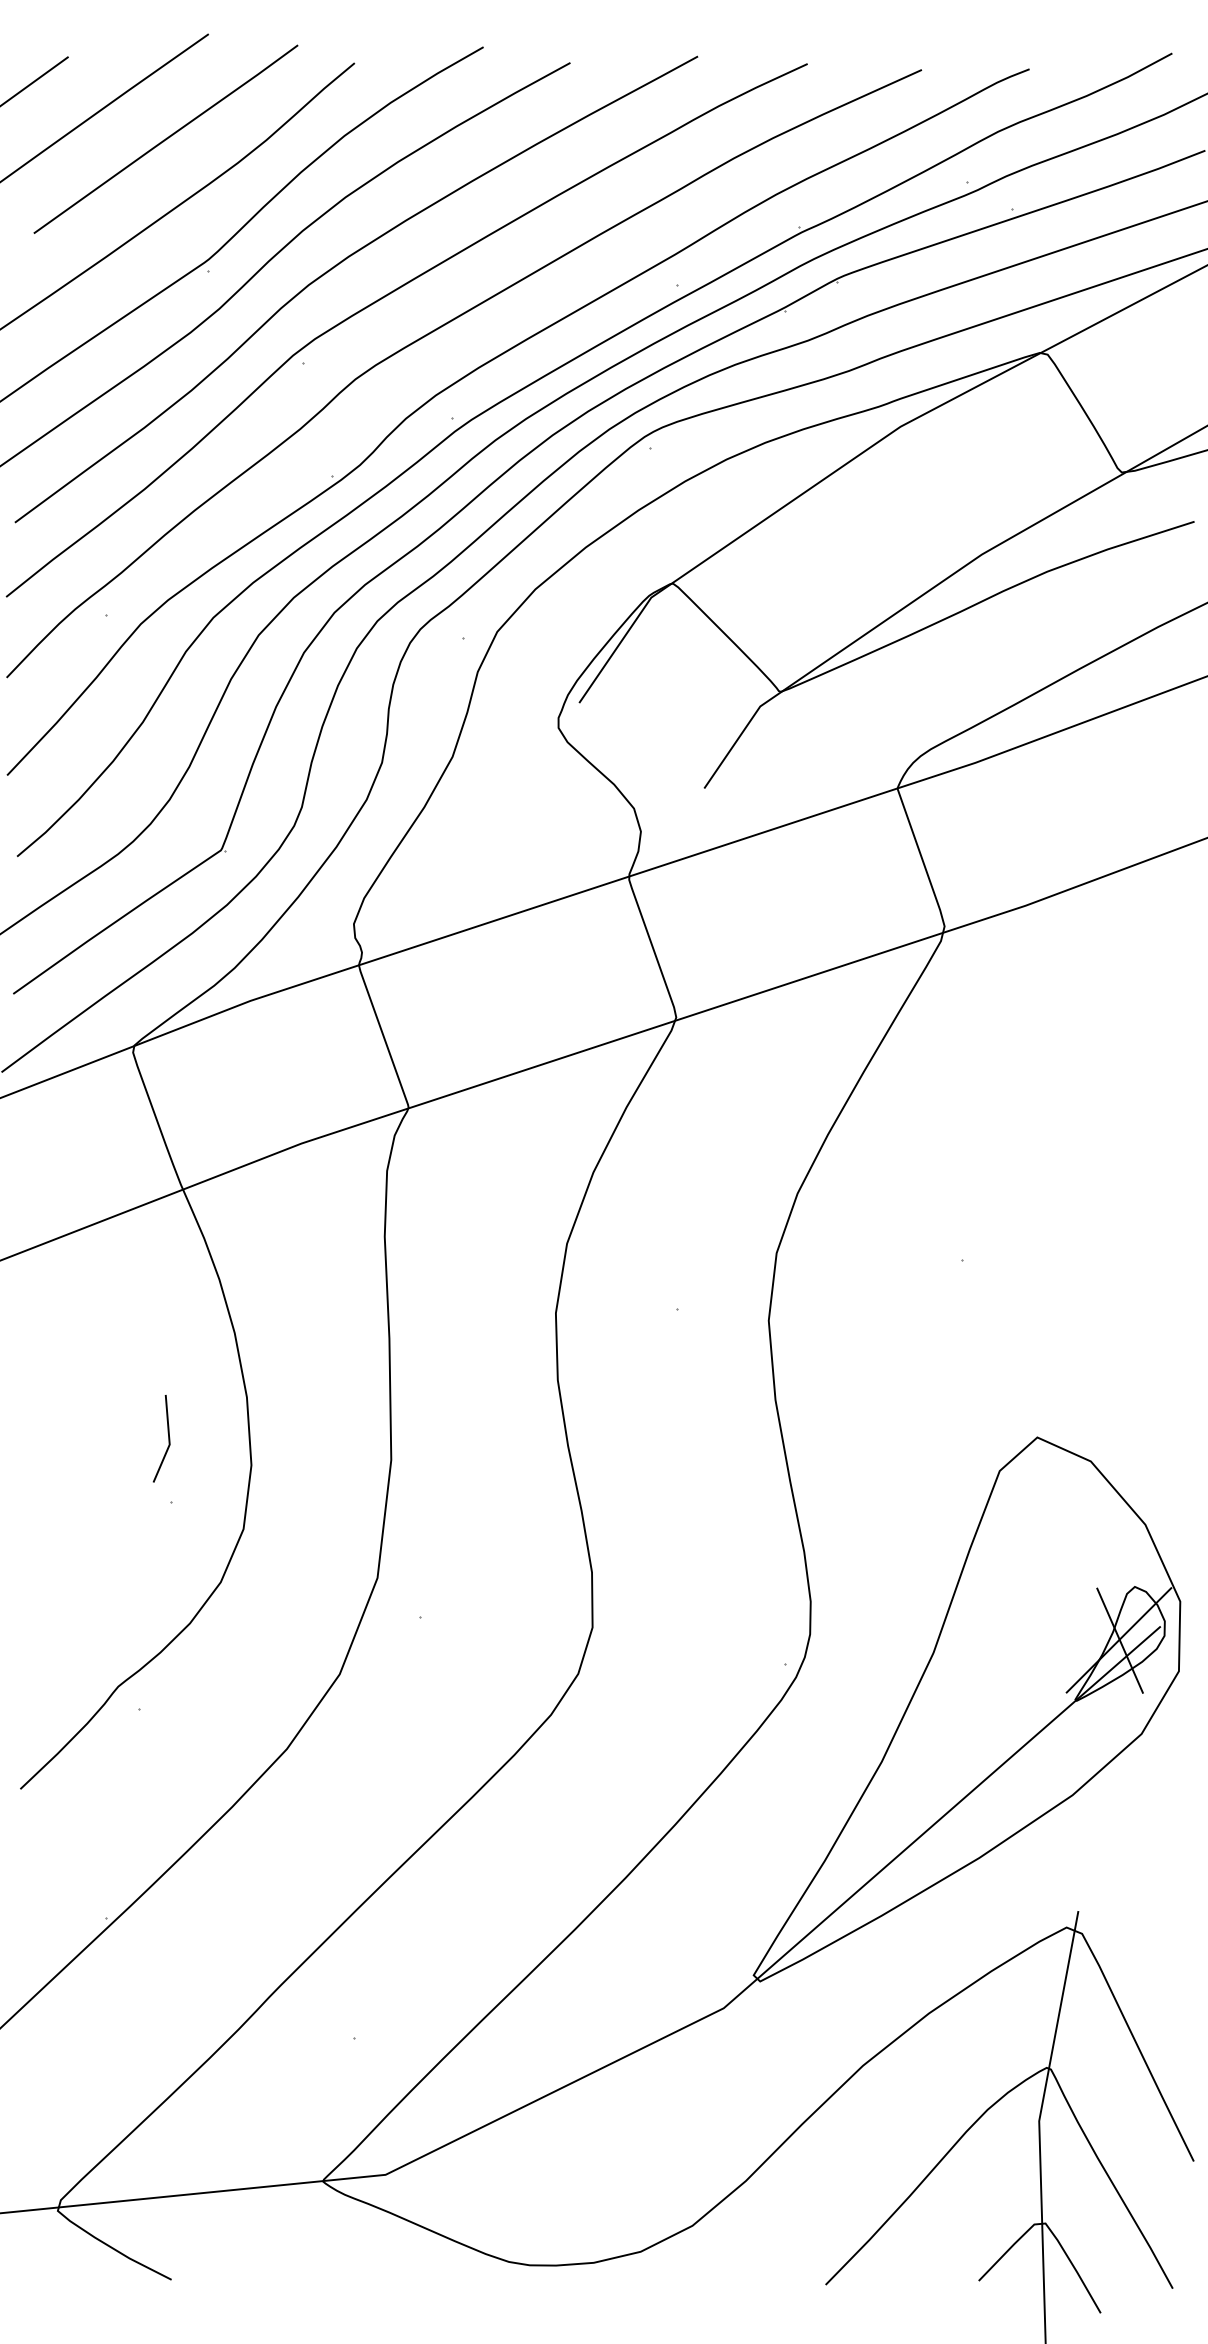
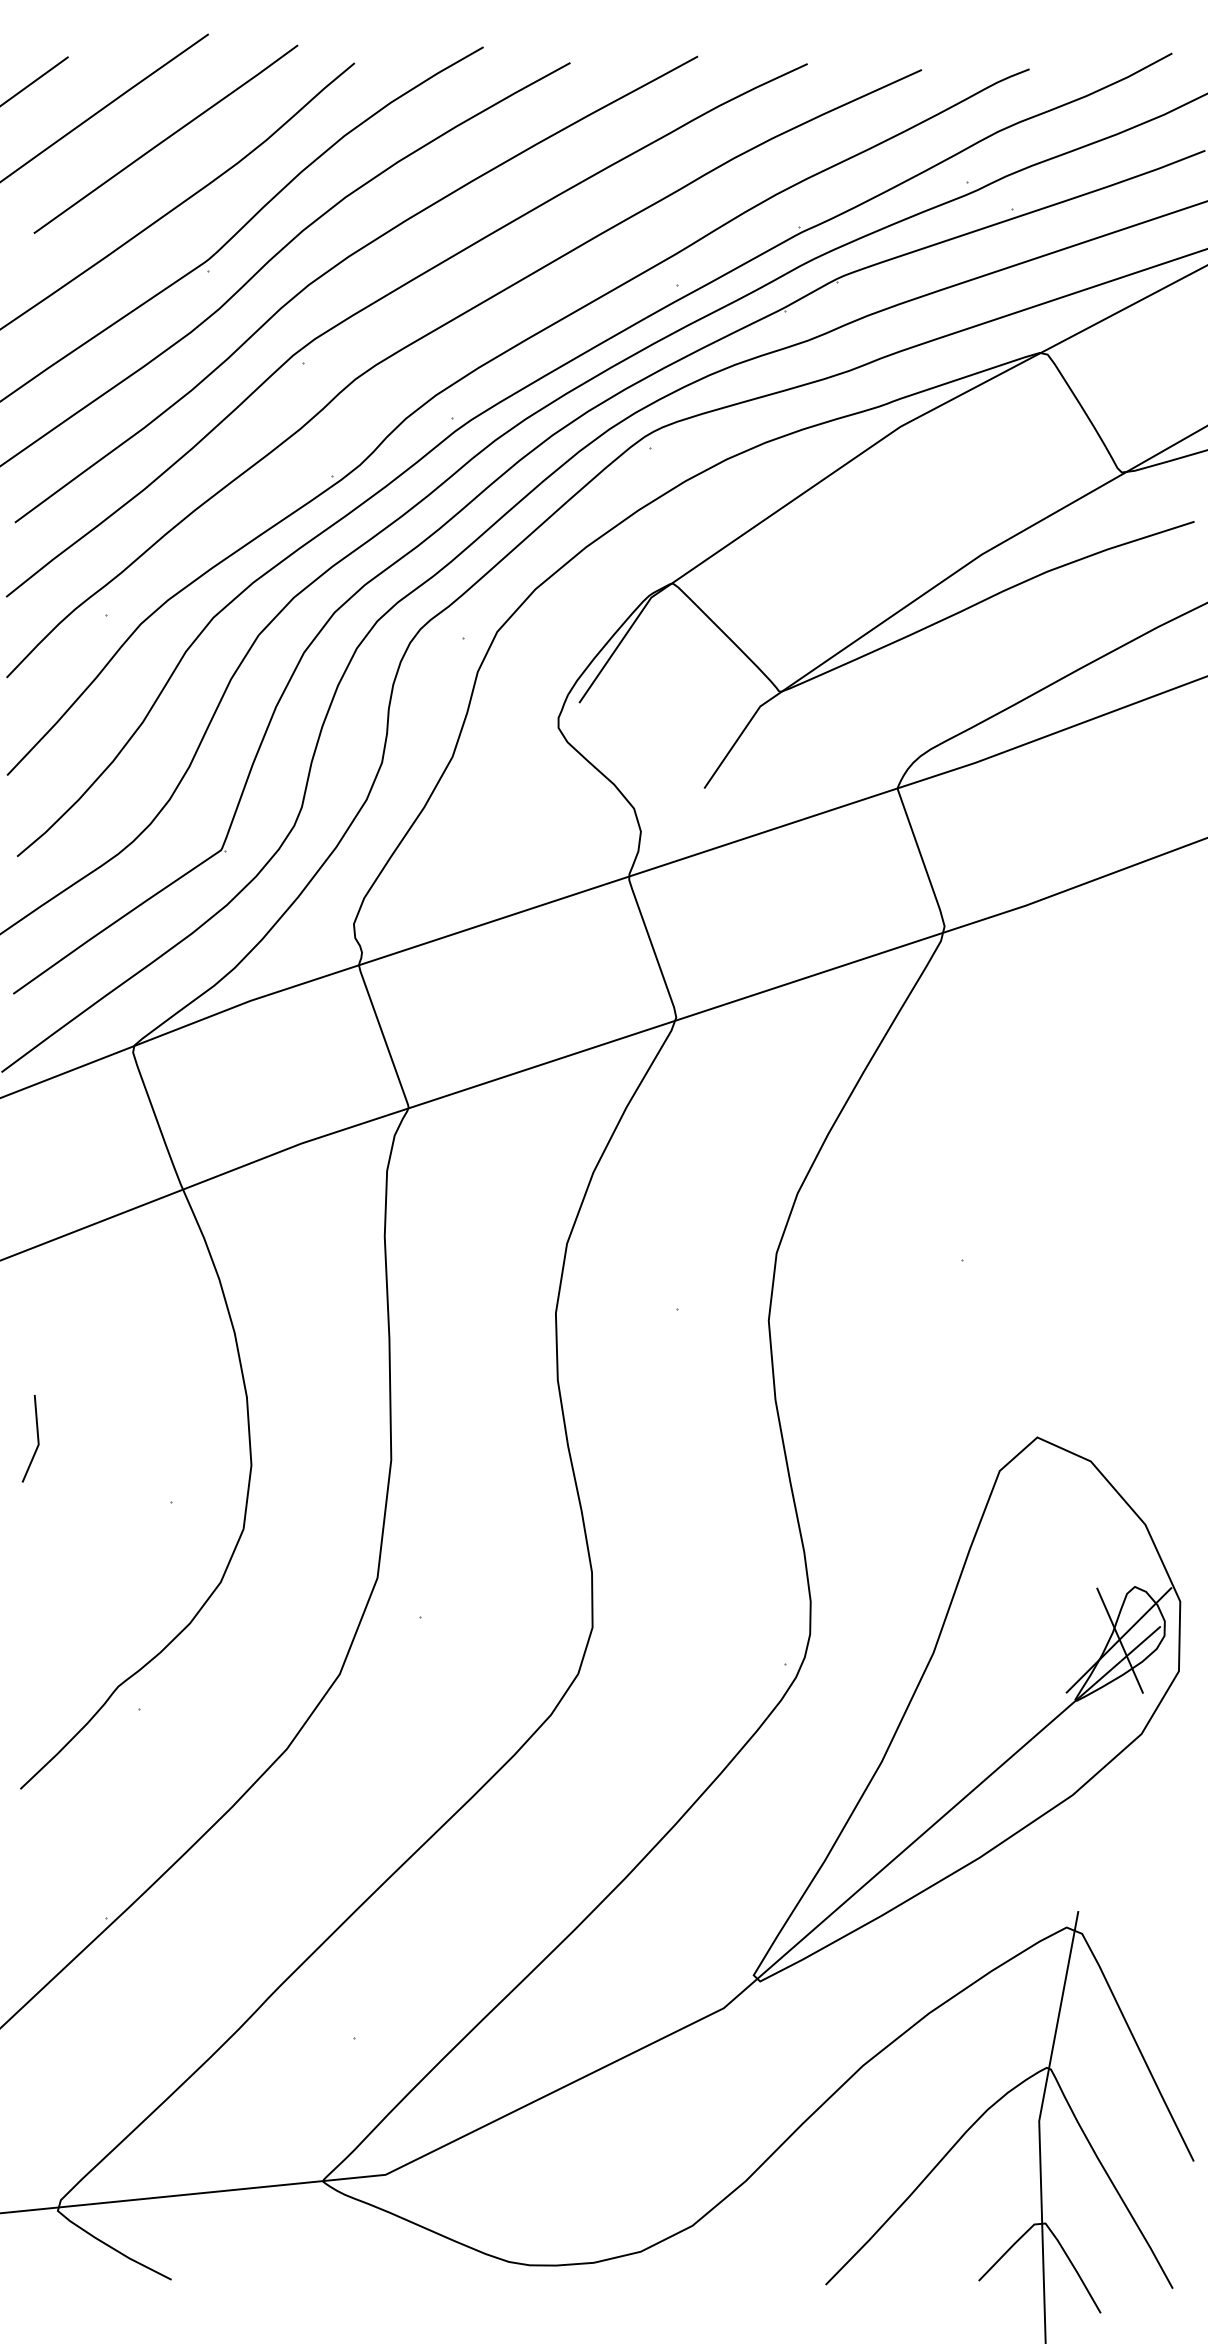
line at (168, 1438) position: (168, 1438) -> (37, 1438)
